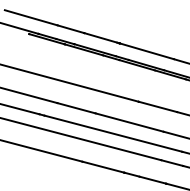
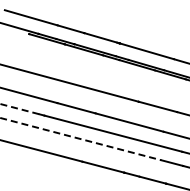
line at (20, 109): solid -> dashed
line at (81, 139): solid -> dashed
